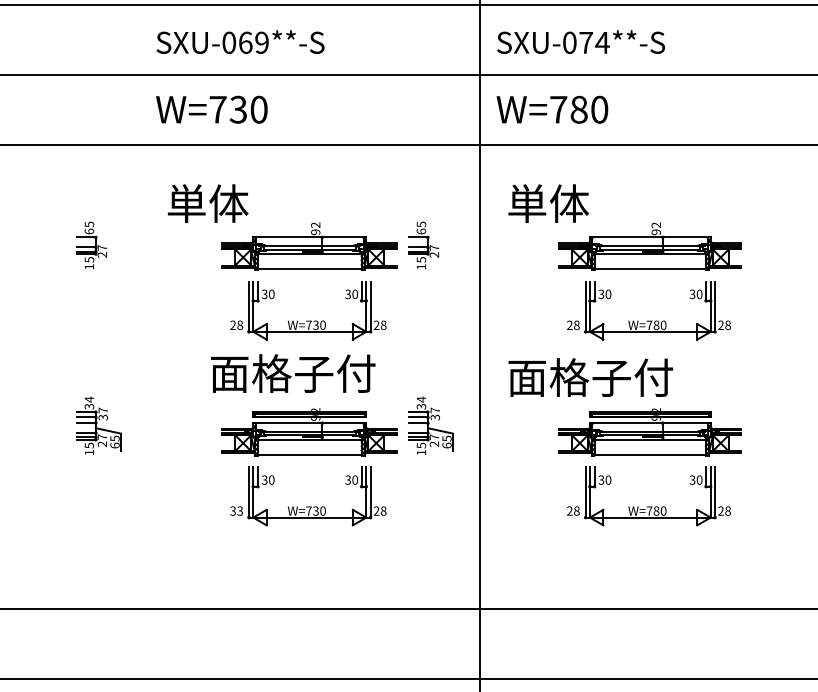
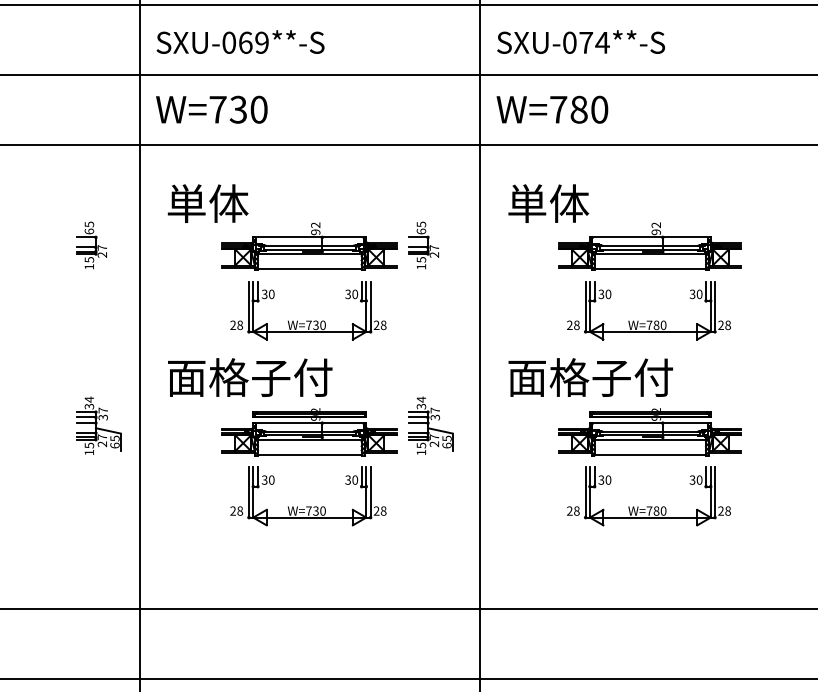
line at (139, 345): none -> present
text at (293, 373) position: (293, 373) -> (250, 377)
text at (236, 510): 33 -> 28
